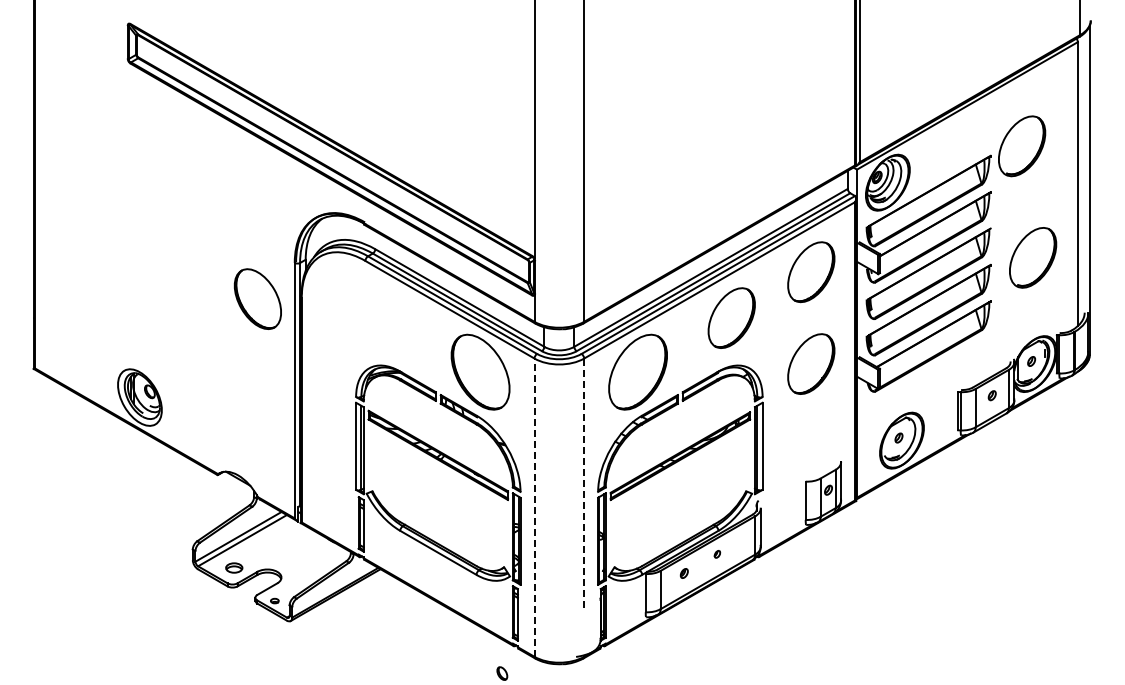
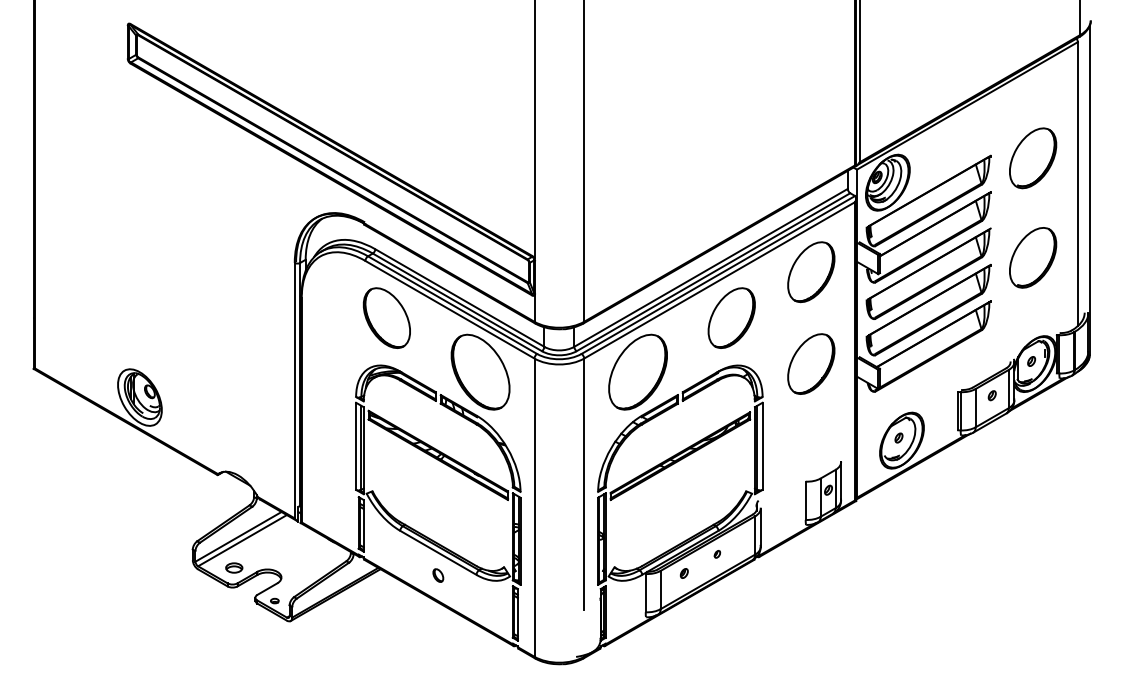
part at (1022, 146) position: (1022, 146) -> (1033, 158)
part at (257, 298) position: (257, 298) -> (386, 317)
line at (584, 484): dashed -> solid
line at (534, 507): dashed -> solid
part at (502, 673) position: (502, 673) -> (438, 575)
